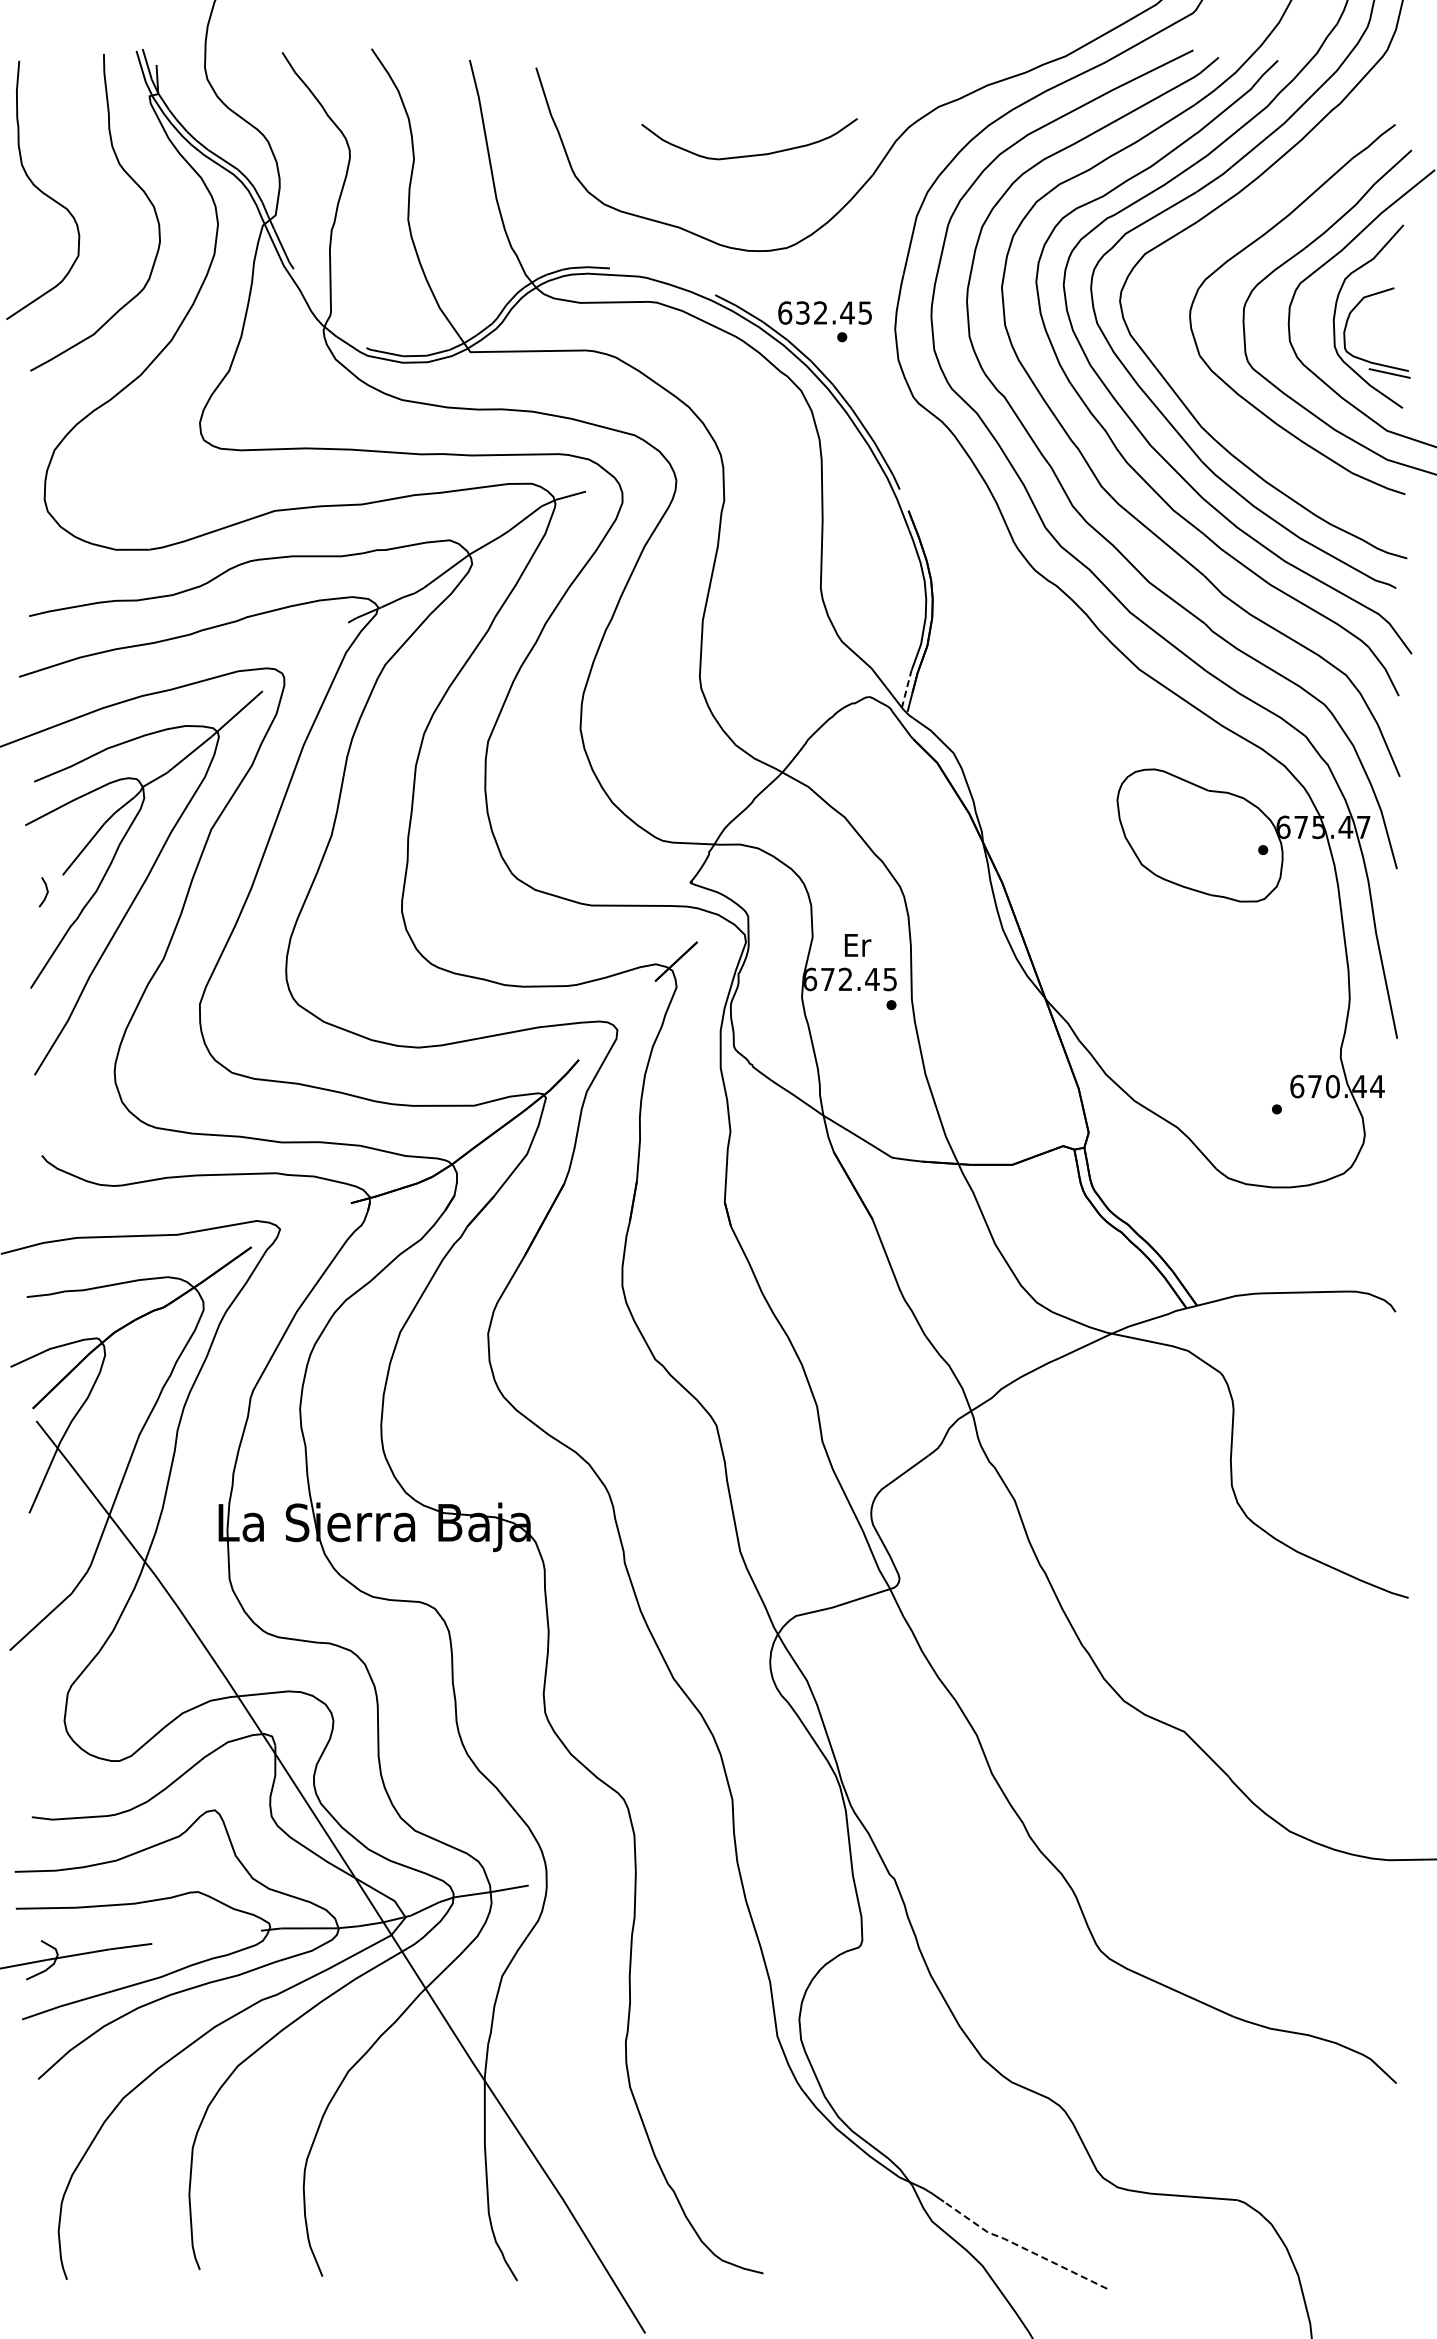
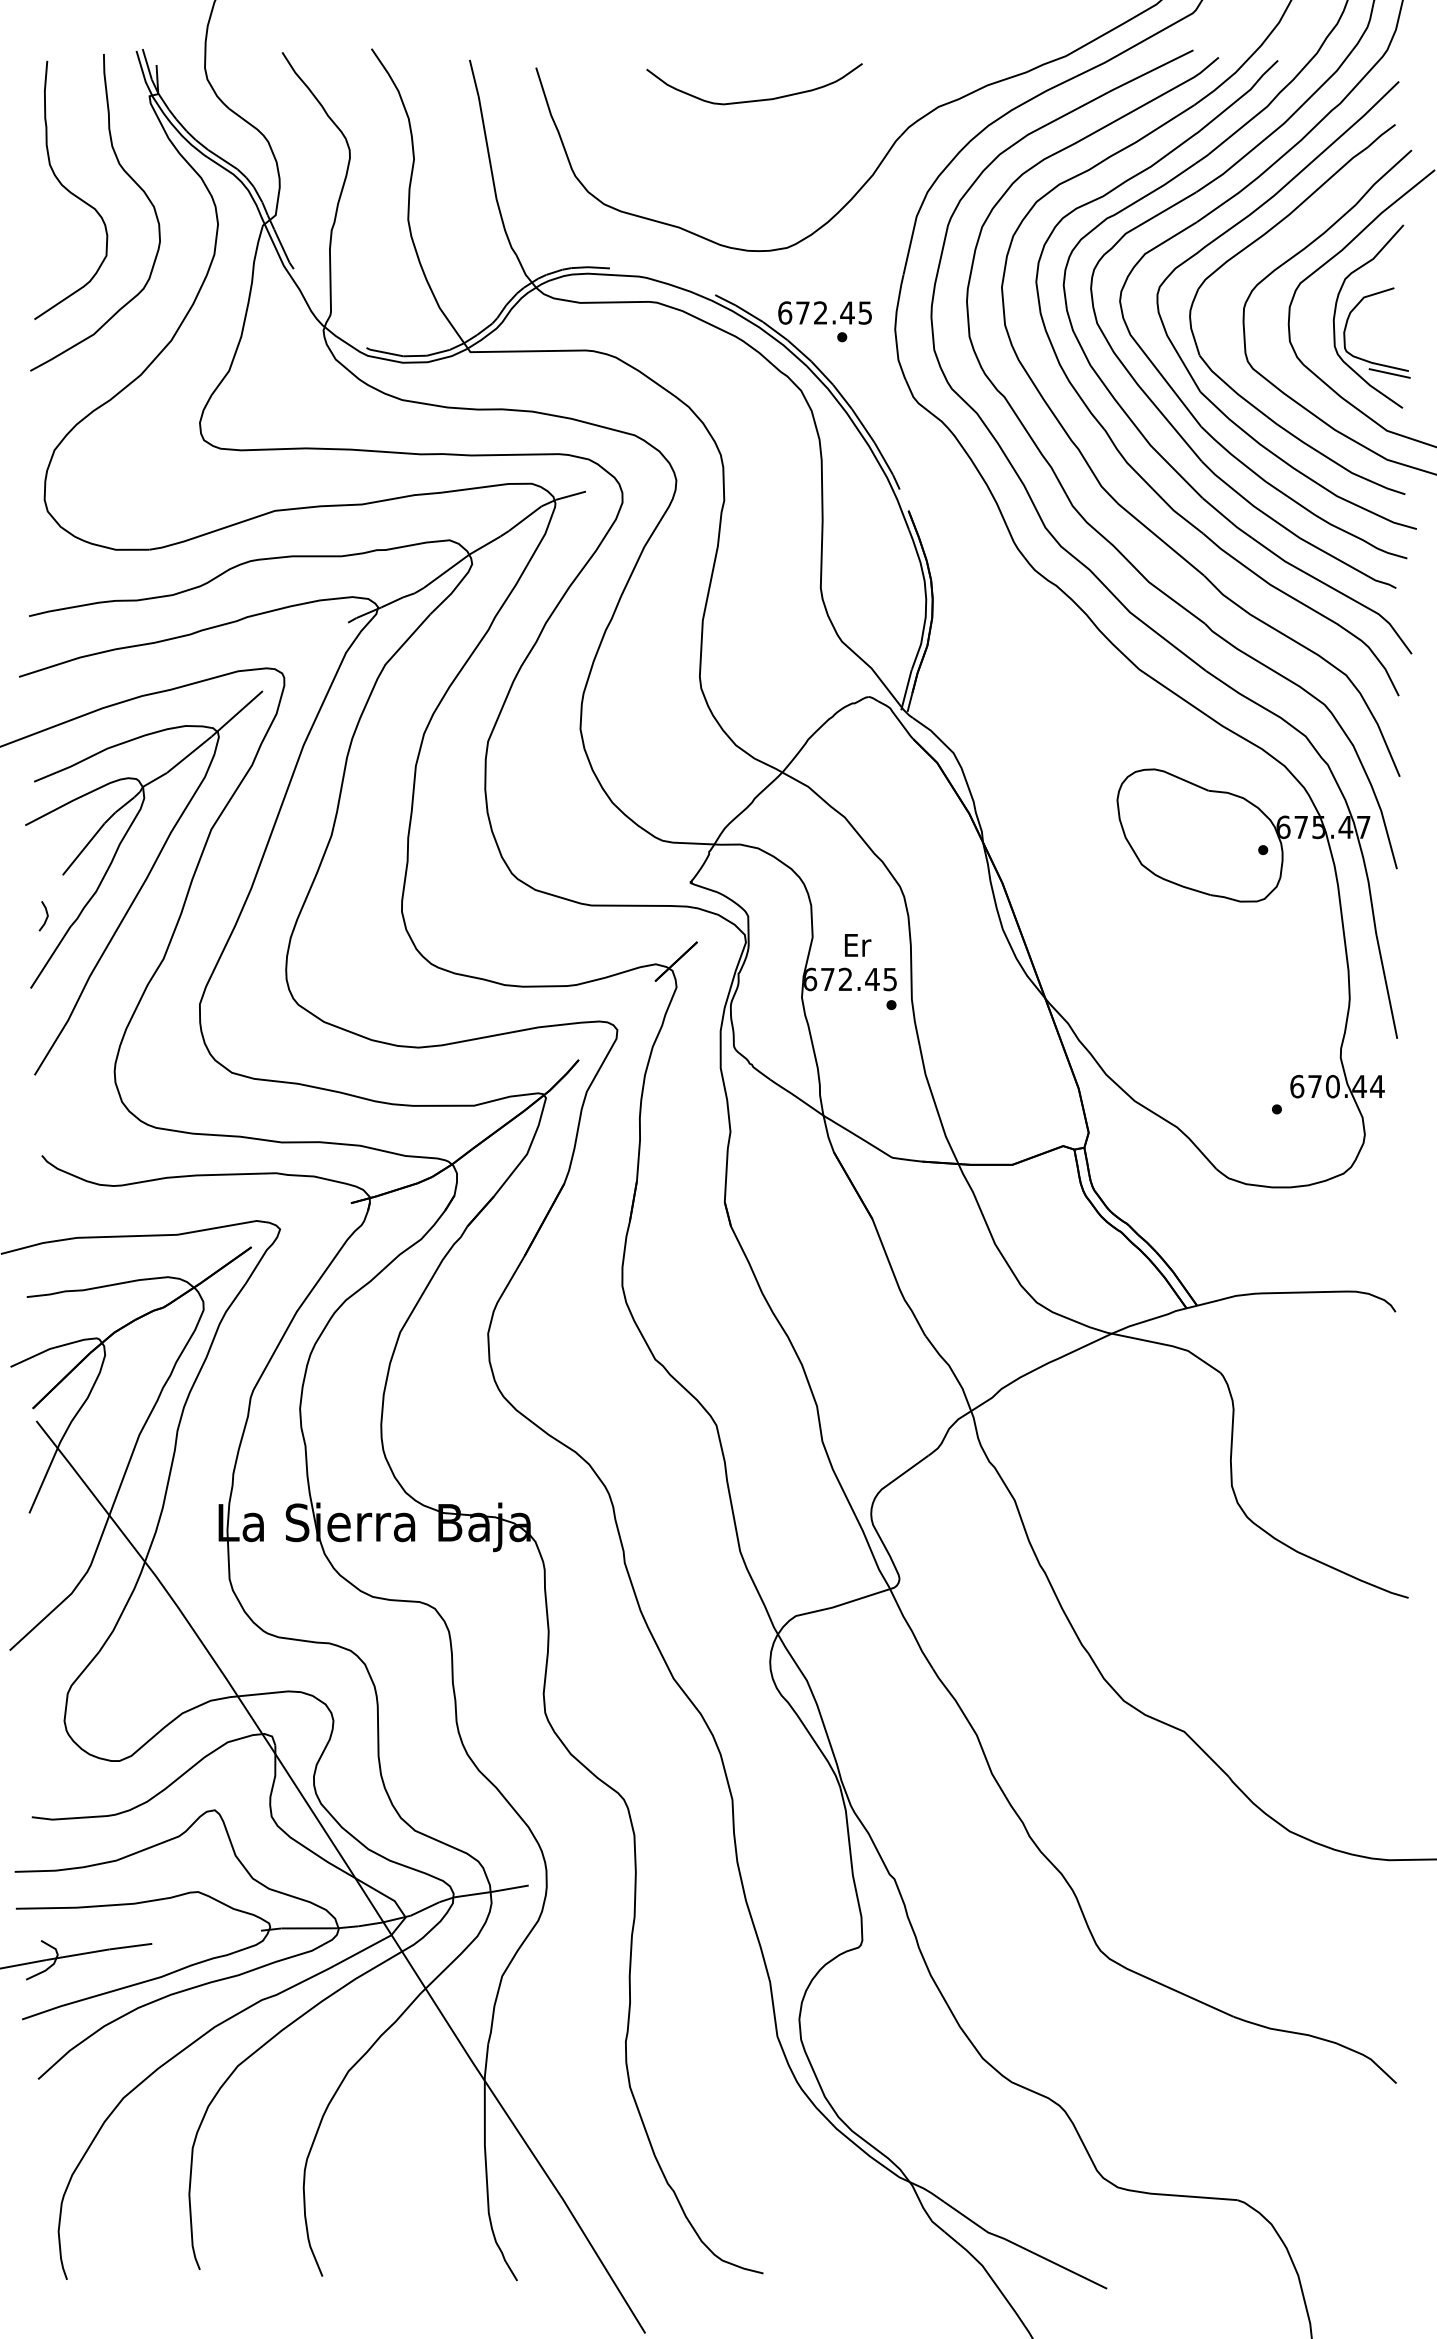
curve at (752, 154) position: (752, 154) -> (757, 99)
curve at (41, 190) position: (41, 190) -> (69, 190)
part at (1234, 227): none -> present
text at (802, 312): 632.45 -> 672.45
line at (906, 689): dashed -> solid
line at (45, 894) position: (45, 894) -> (45, 918)
line at (1022, 2247): dashed -> solid
